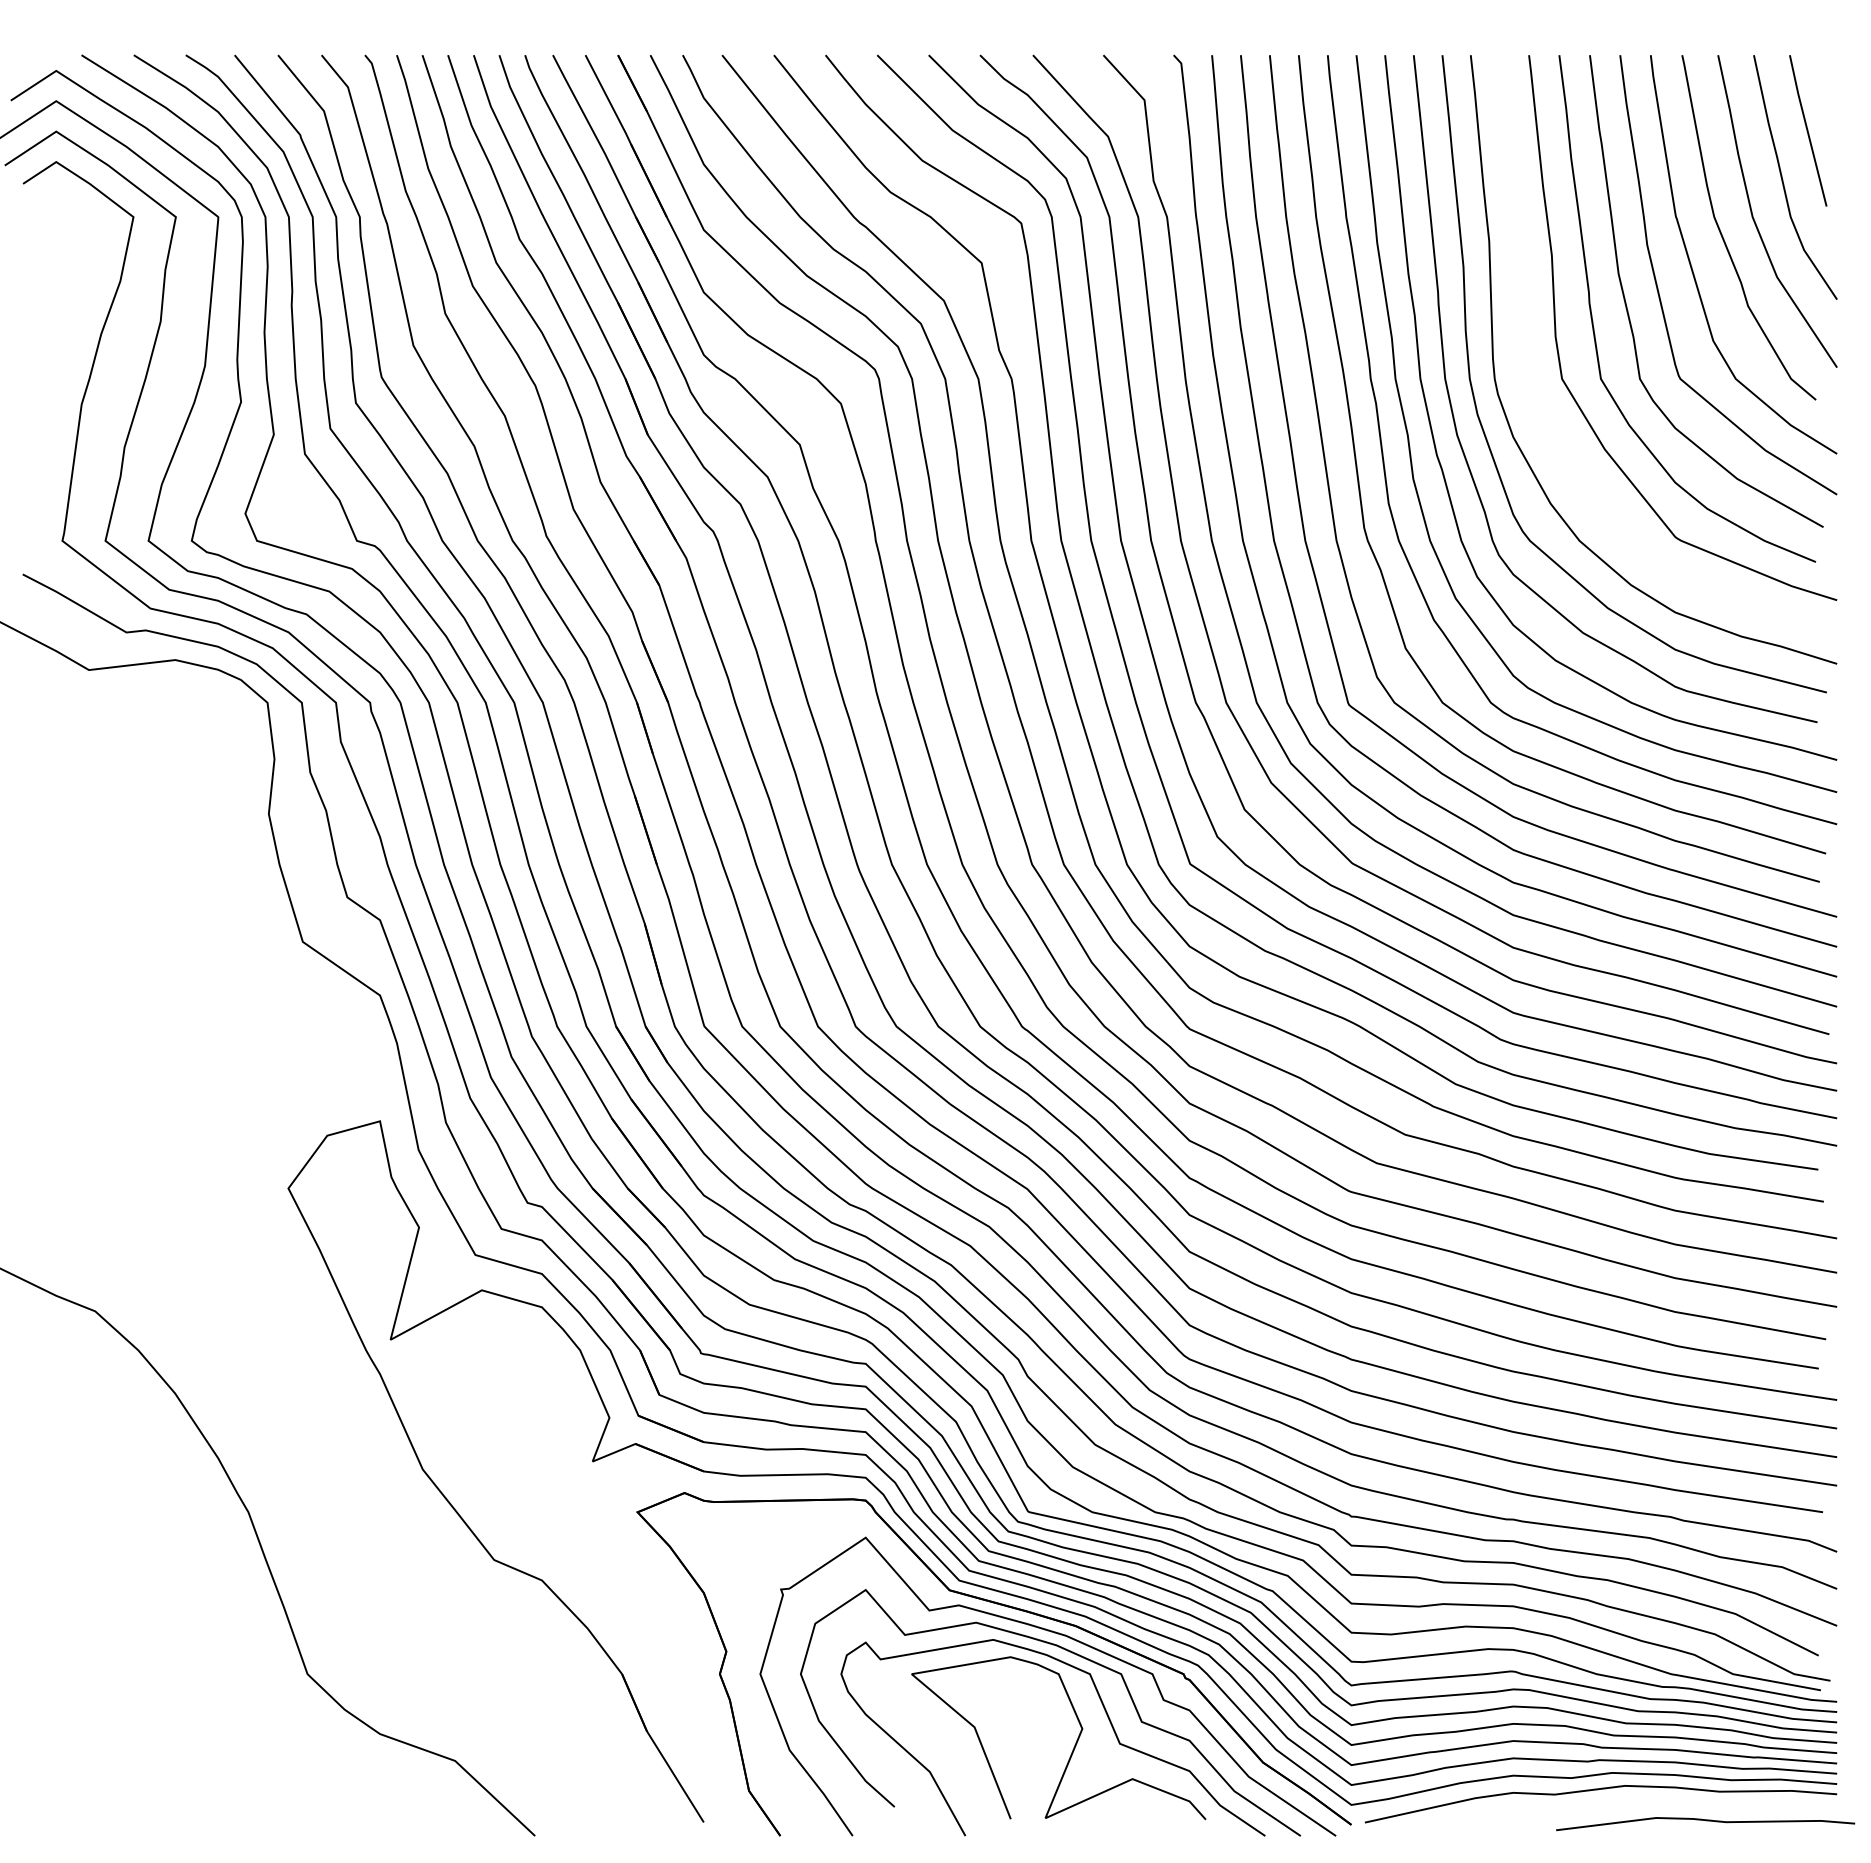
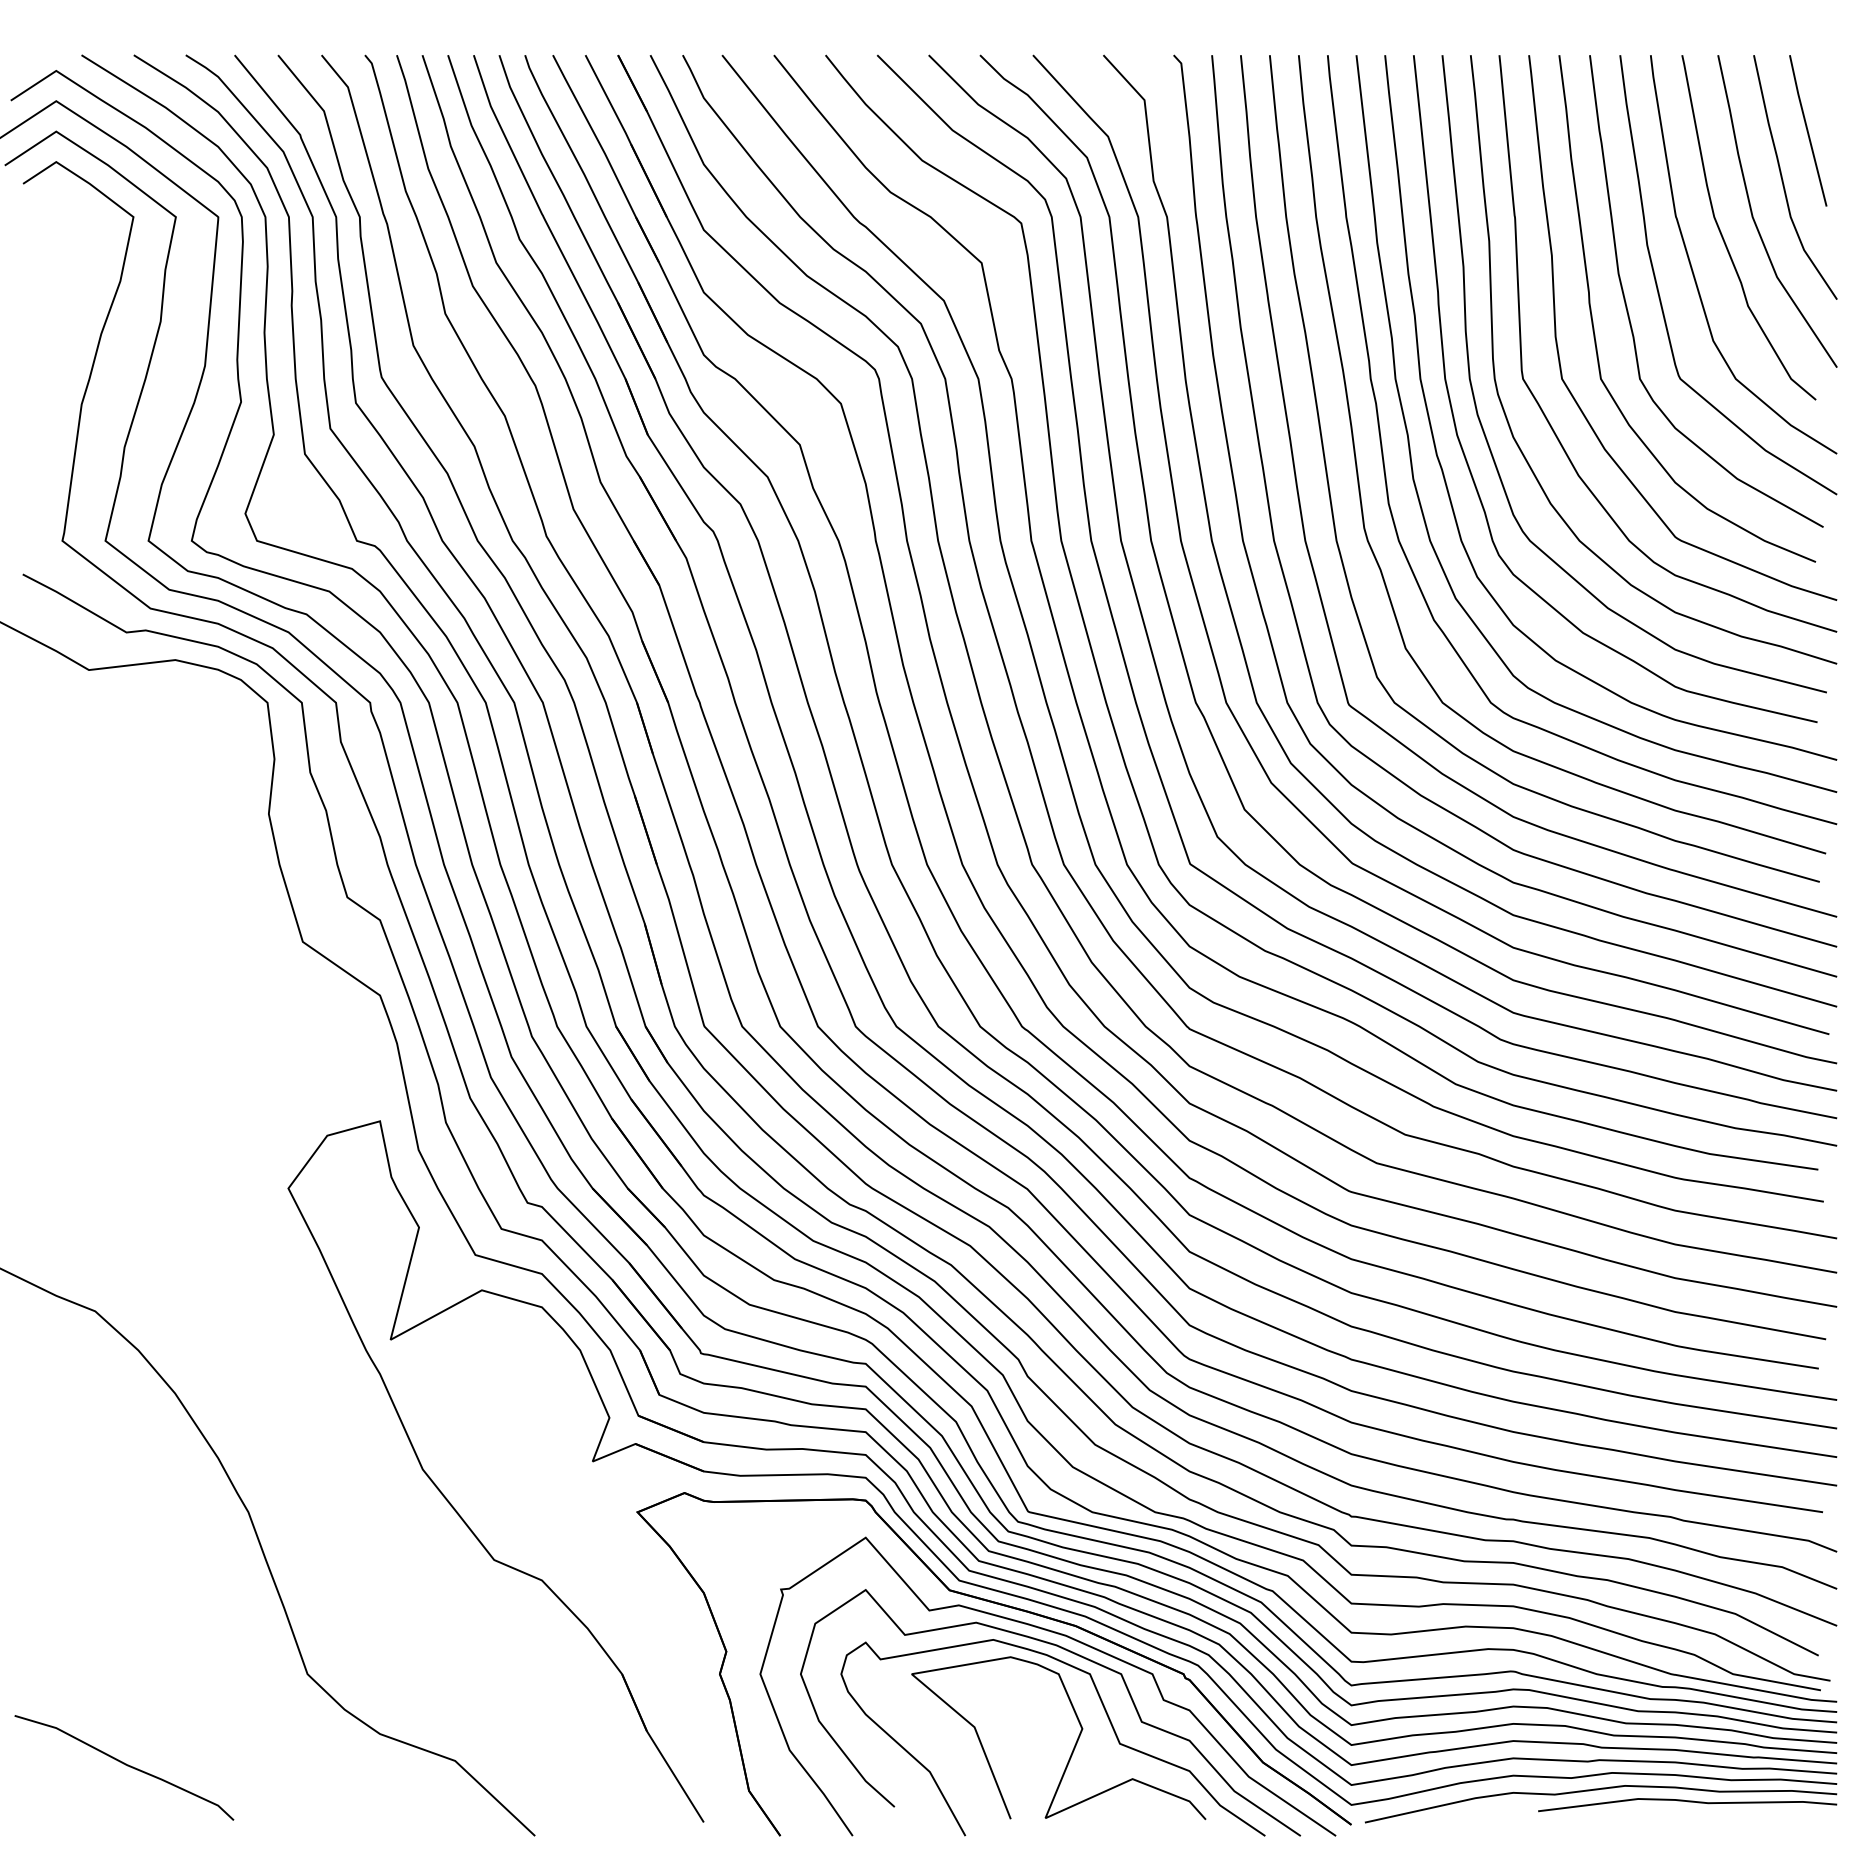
curve at (1544, 412): none -> present
curve at (125, 1765): none -> present
curve at (1705, 1821) position: (1705, 1821) -> (1687, 1802)
